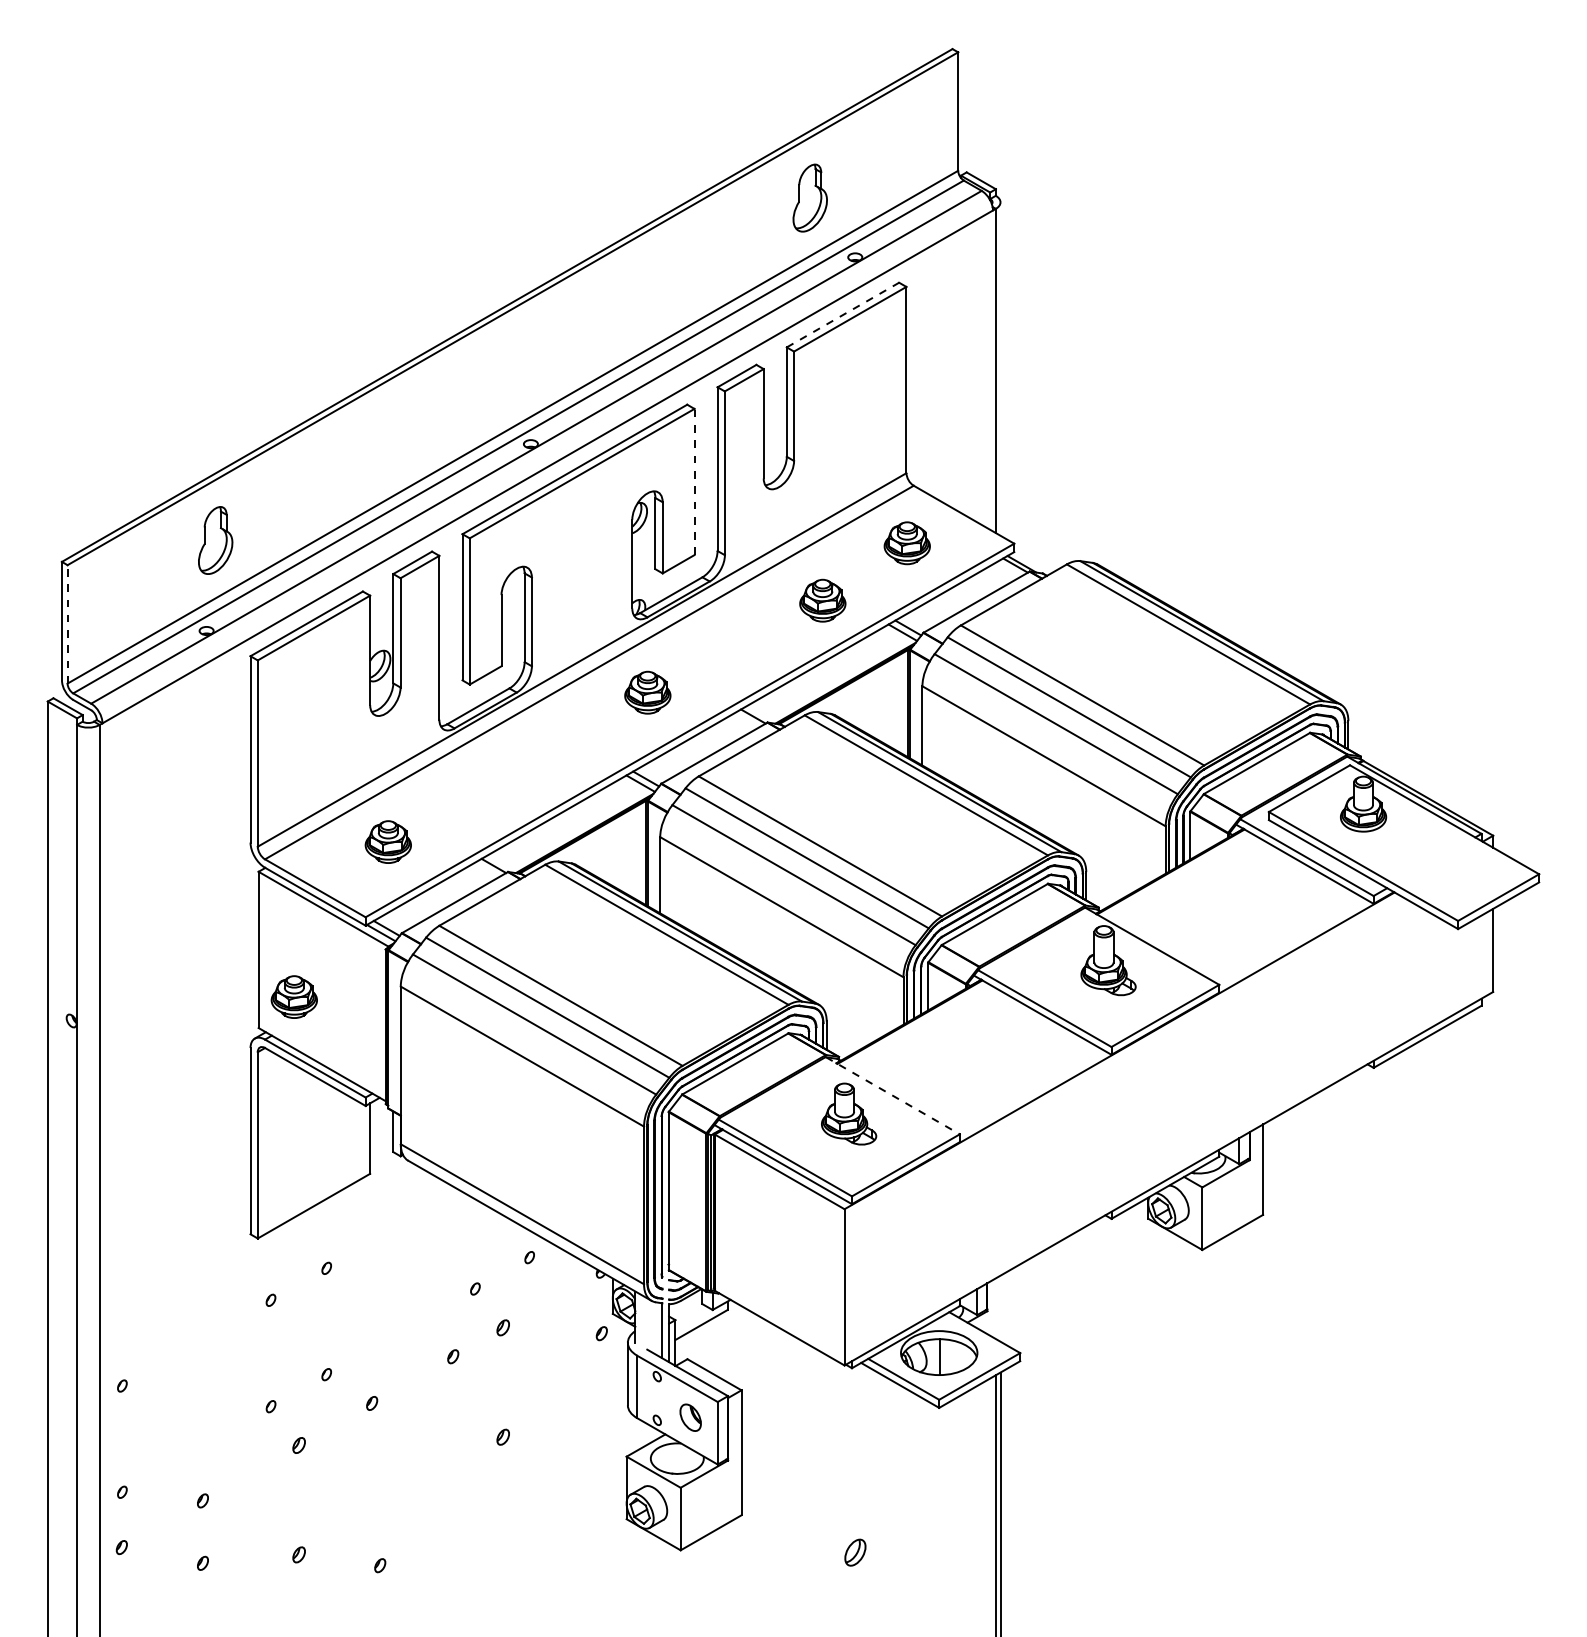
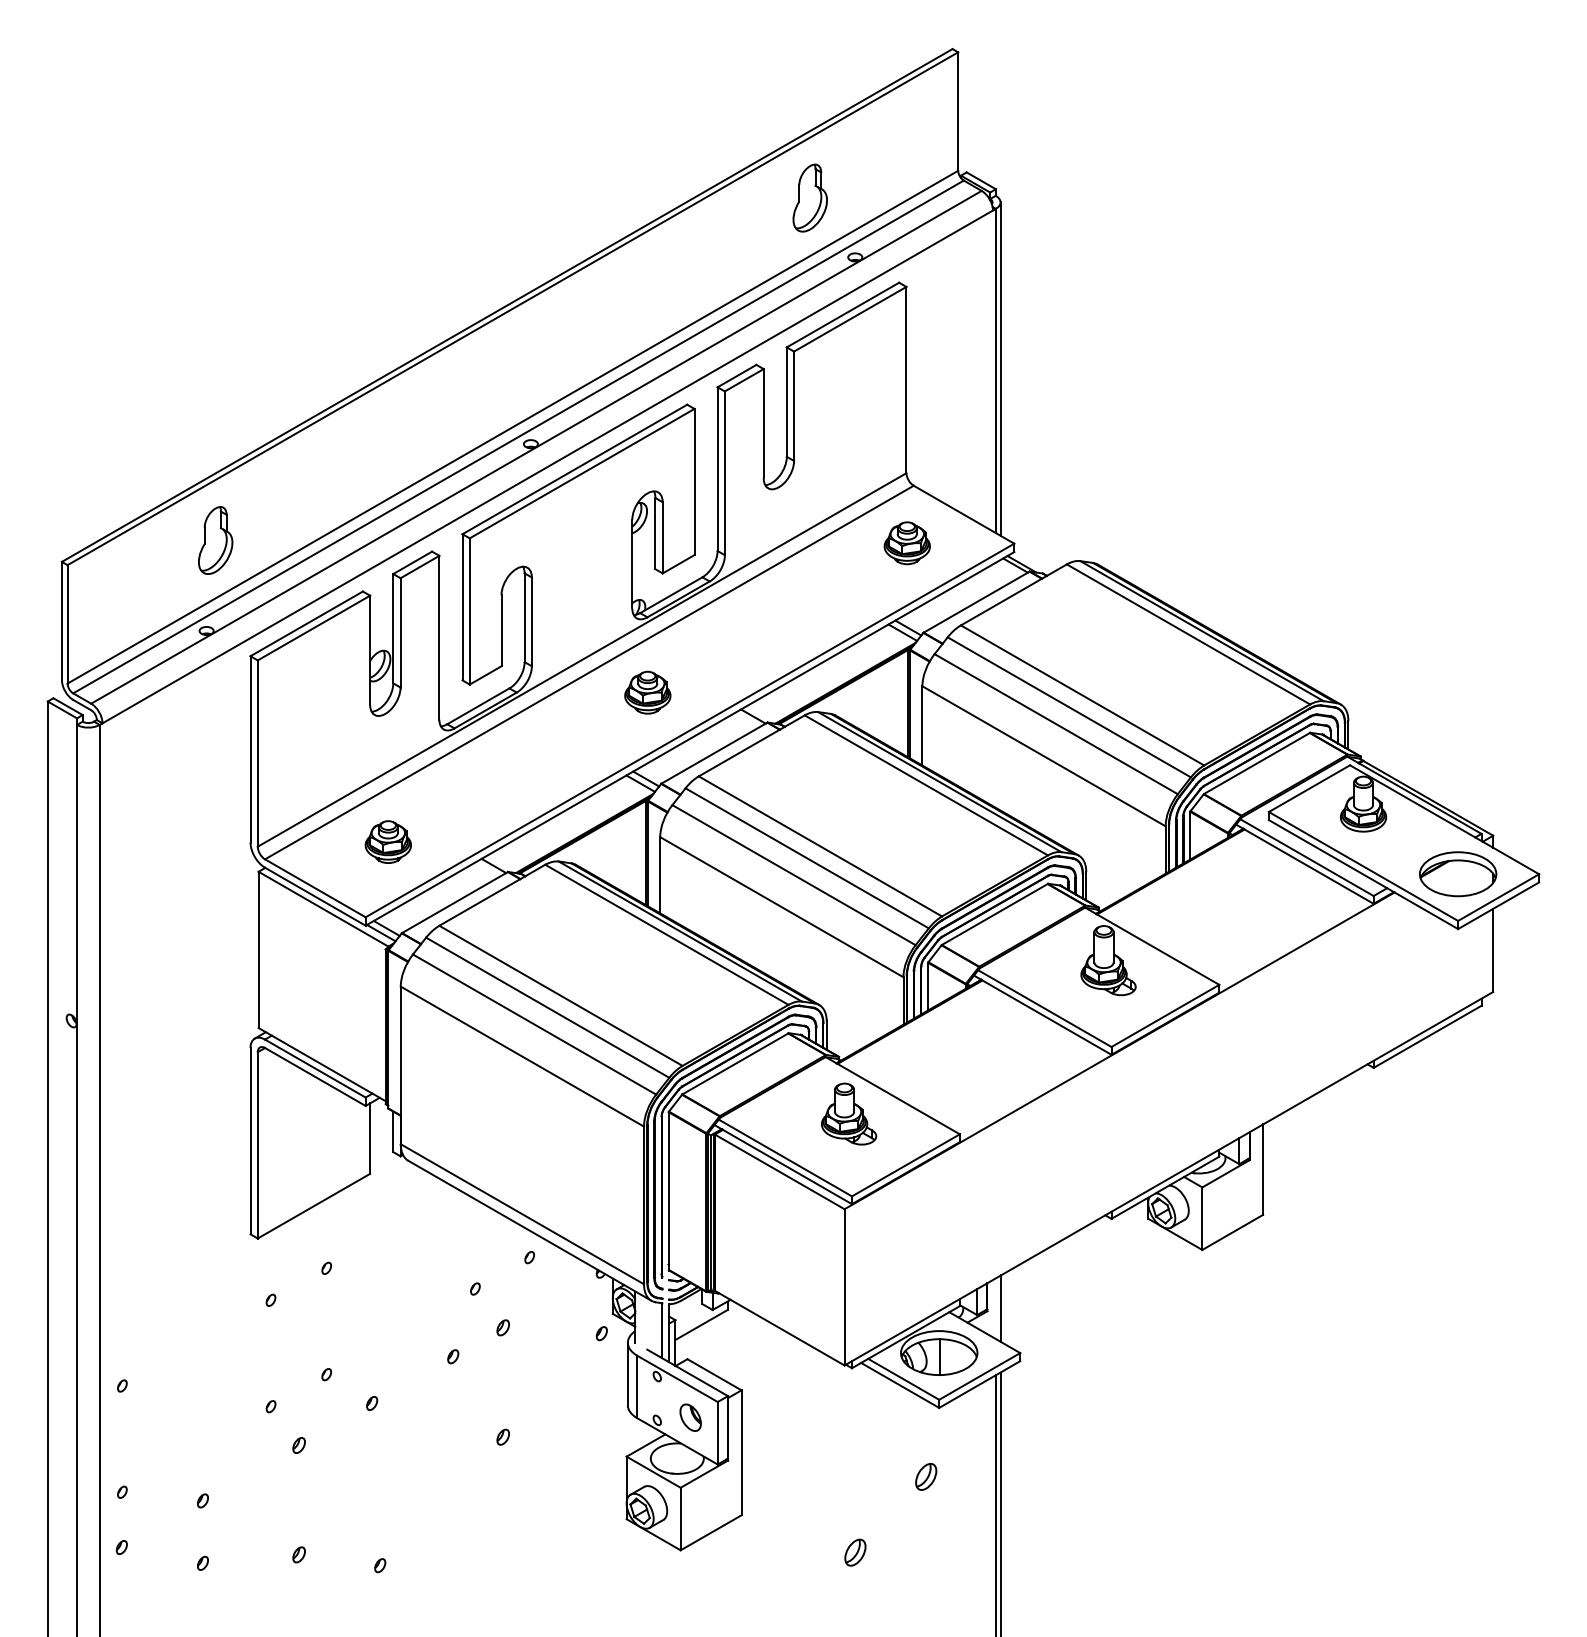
line at (842, 315): dashed -> solid
line at (1000, 368): none -> present
line at (694, 481): dashed -> solid
part at (822, 600): present -> none
line at (67, 623): dashed -> solid
part at (1458, 874): none -> present
part at (293, 996): present -> none
line at (893, 1096): dashed -> solid
line at (1000, 1308): none -> present
part at (926, 1476): none -> present
